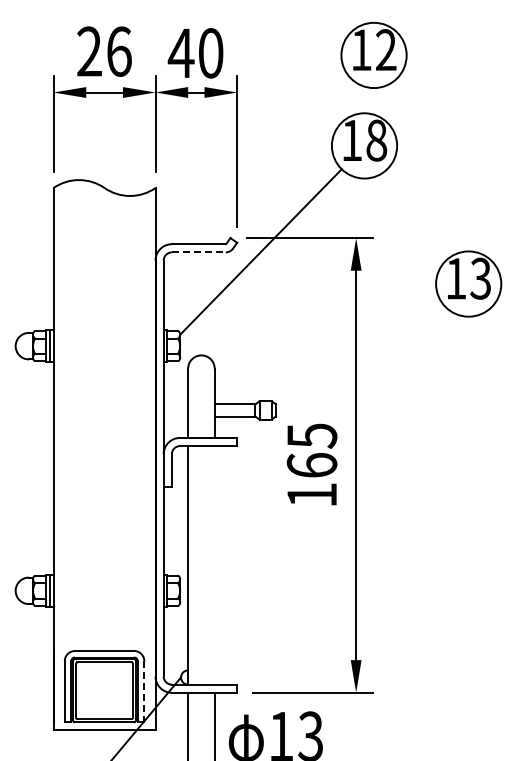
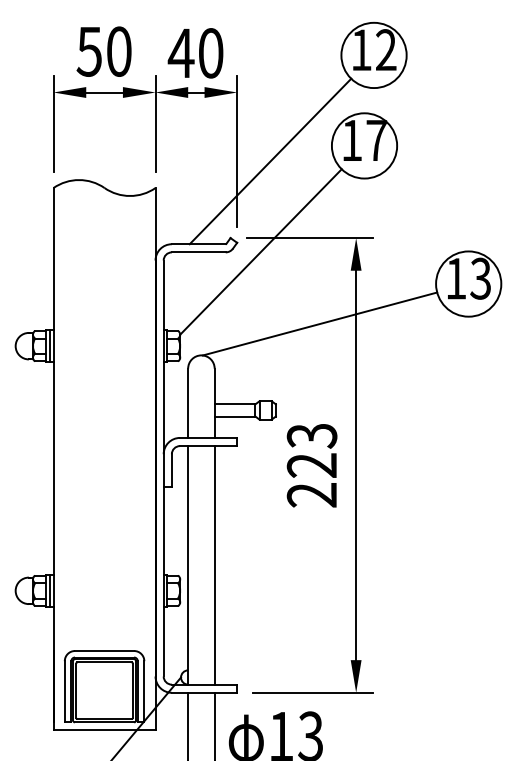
text at (103, 51): 26 -> 50
text at (376, 140): 18 -> 17
line at (270, 161): none -> present
line at (198, 252): dashed -> solid
line at (319, 323): none -> present
text at (311, 465): 165 -> 223
line at (214, 565): none -> present
line at (144, 691): dashed -> solid
